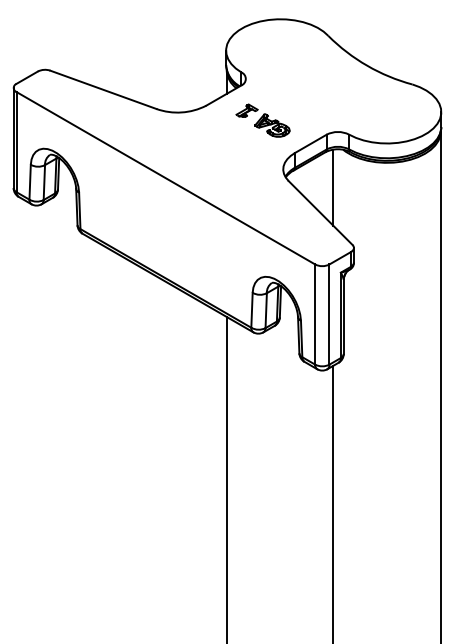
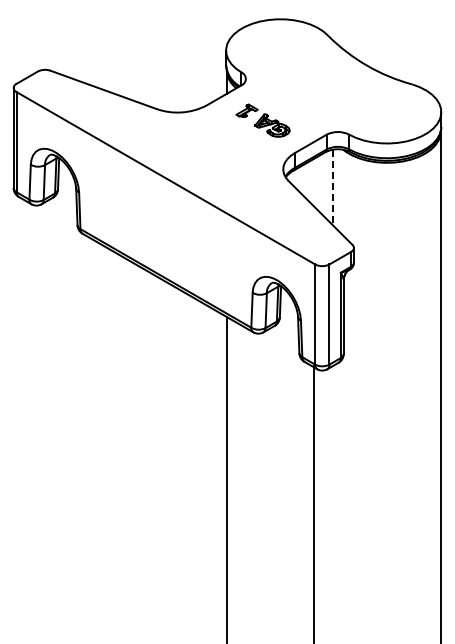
line at (333, 187): solid -> dashed
line at (333, 502) position: (333, 502) -> (314, 502)
